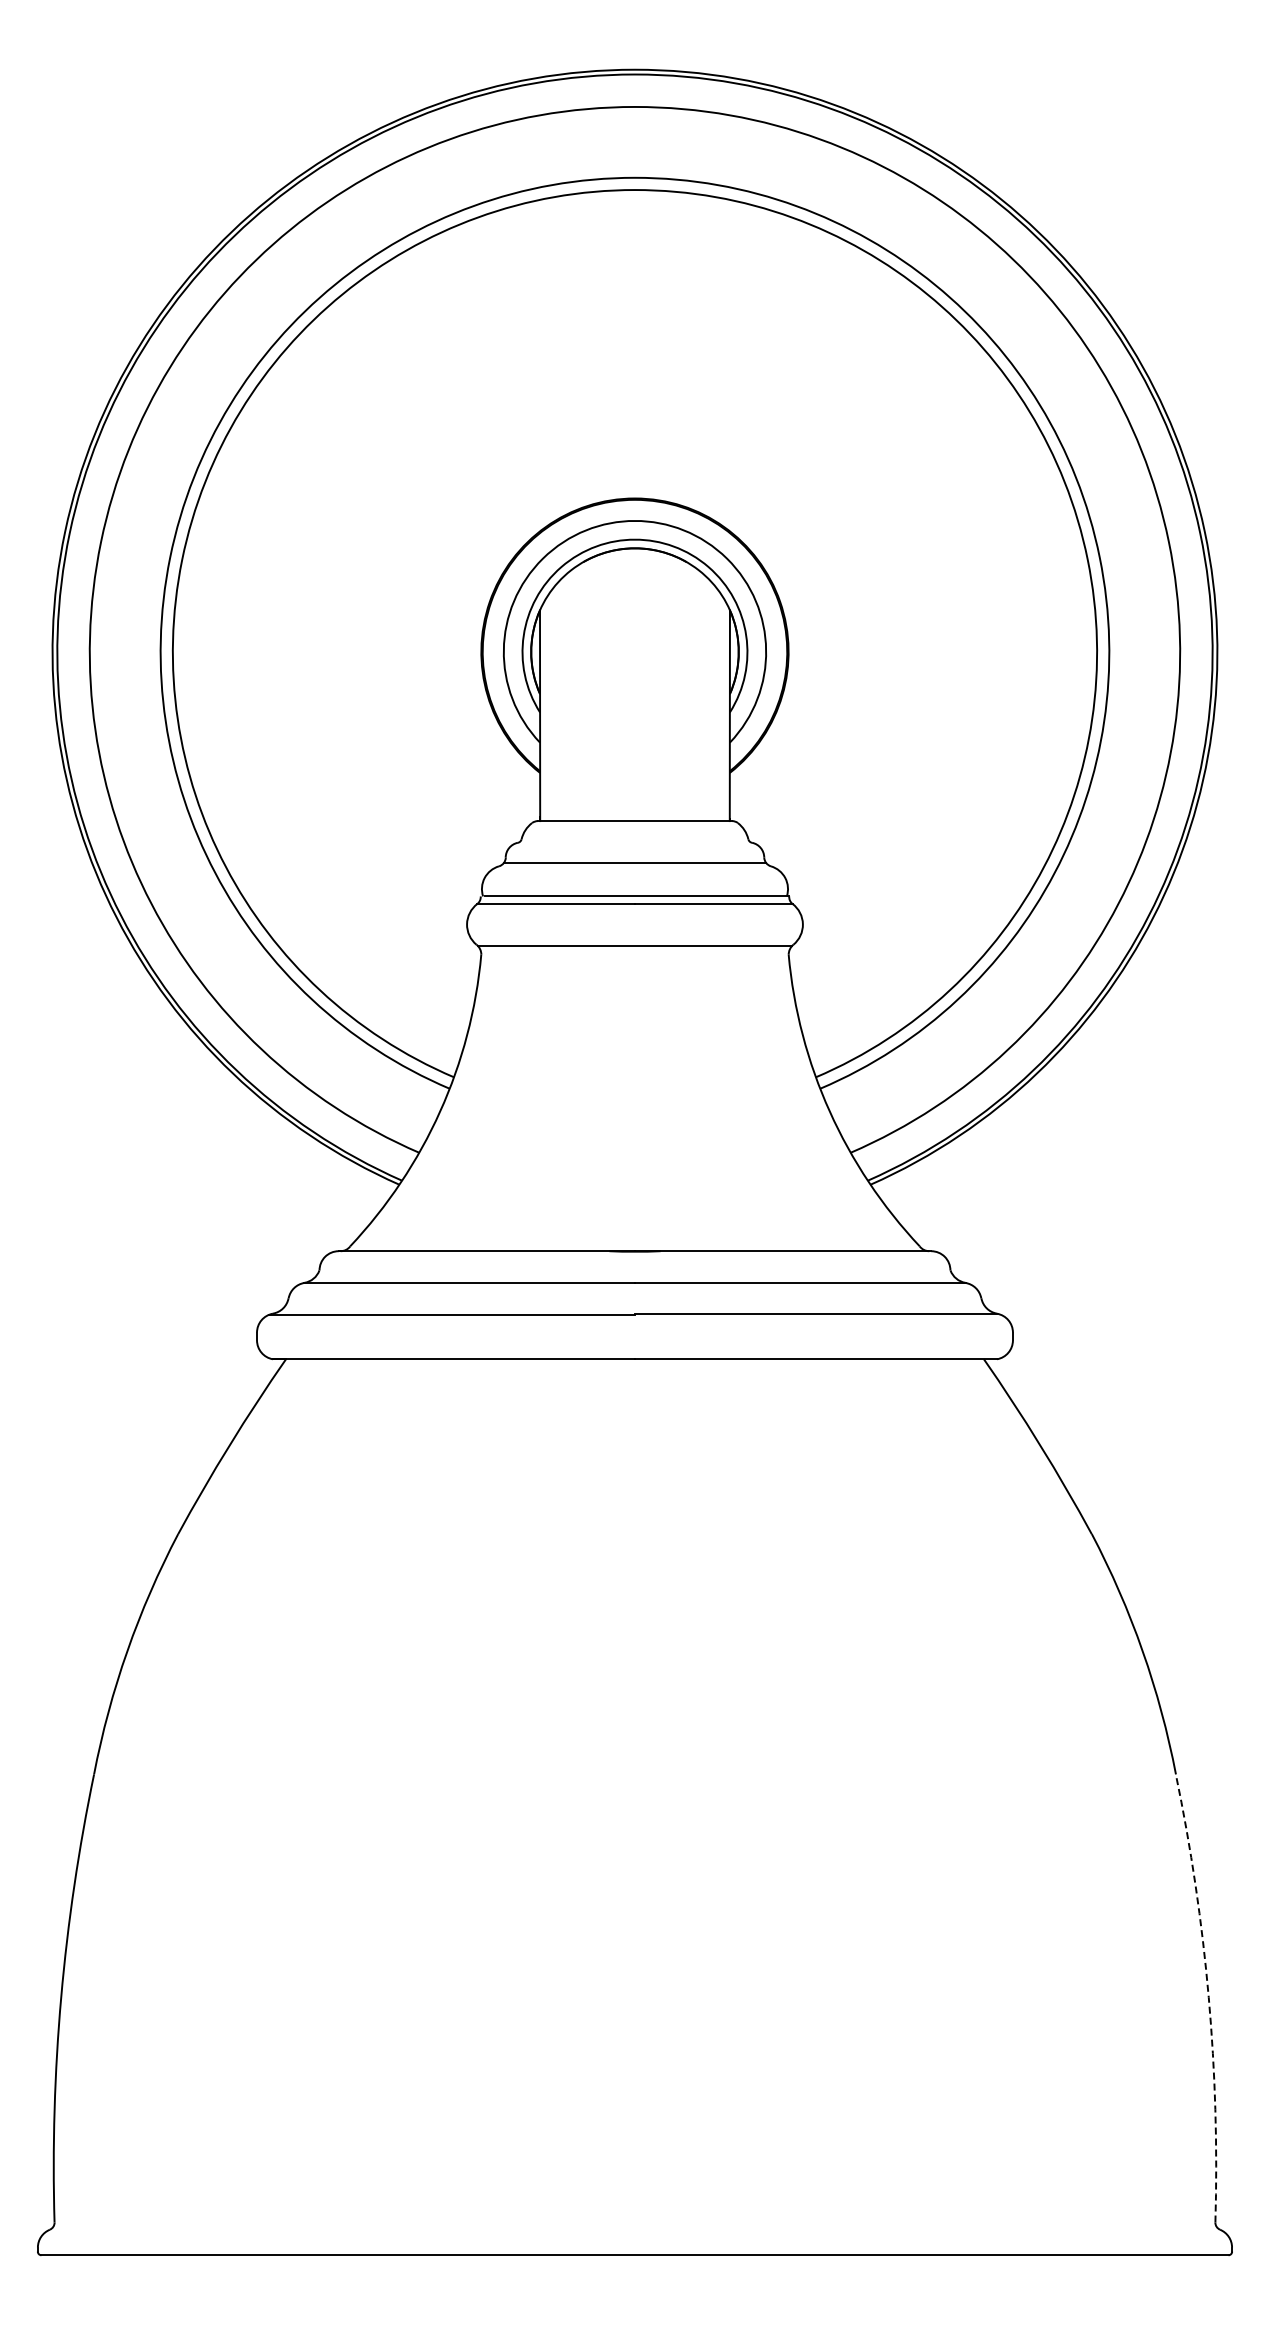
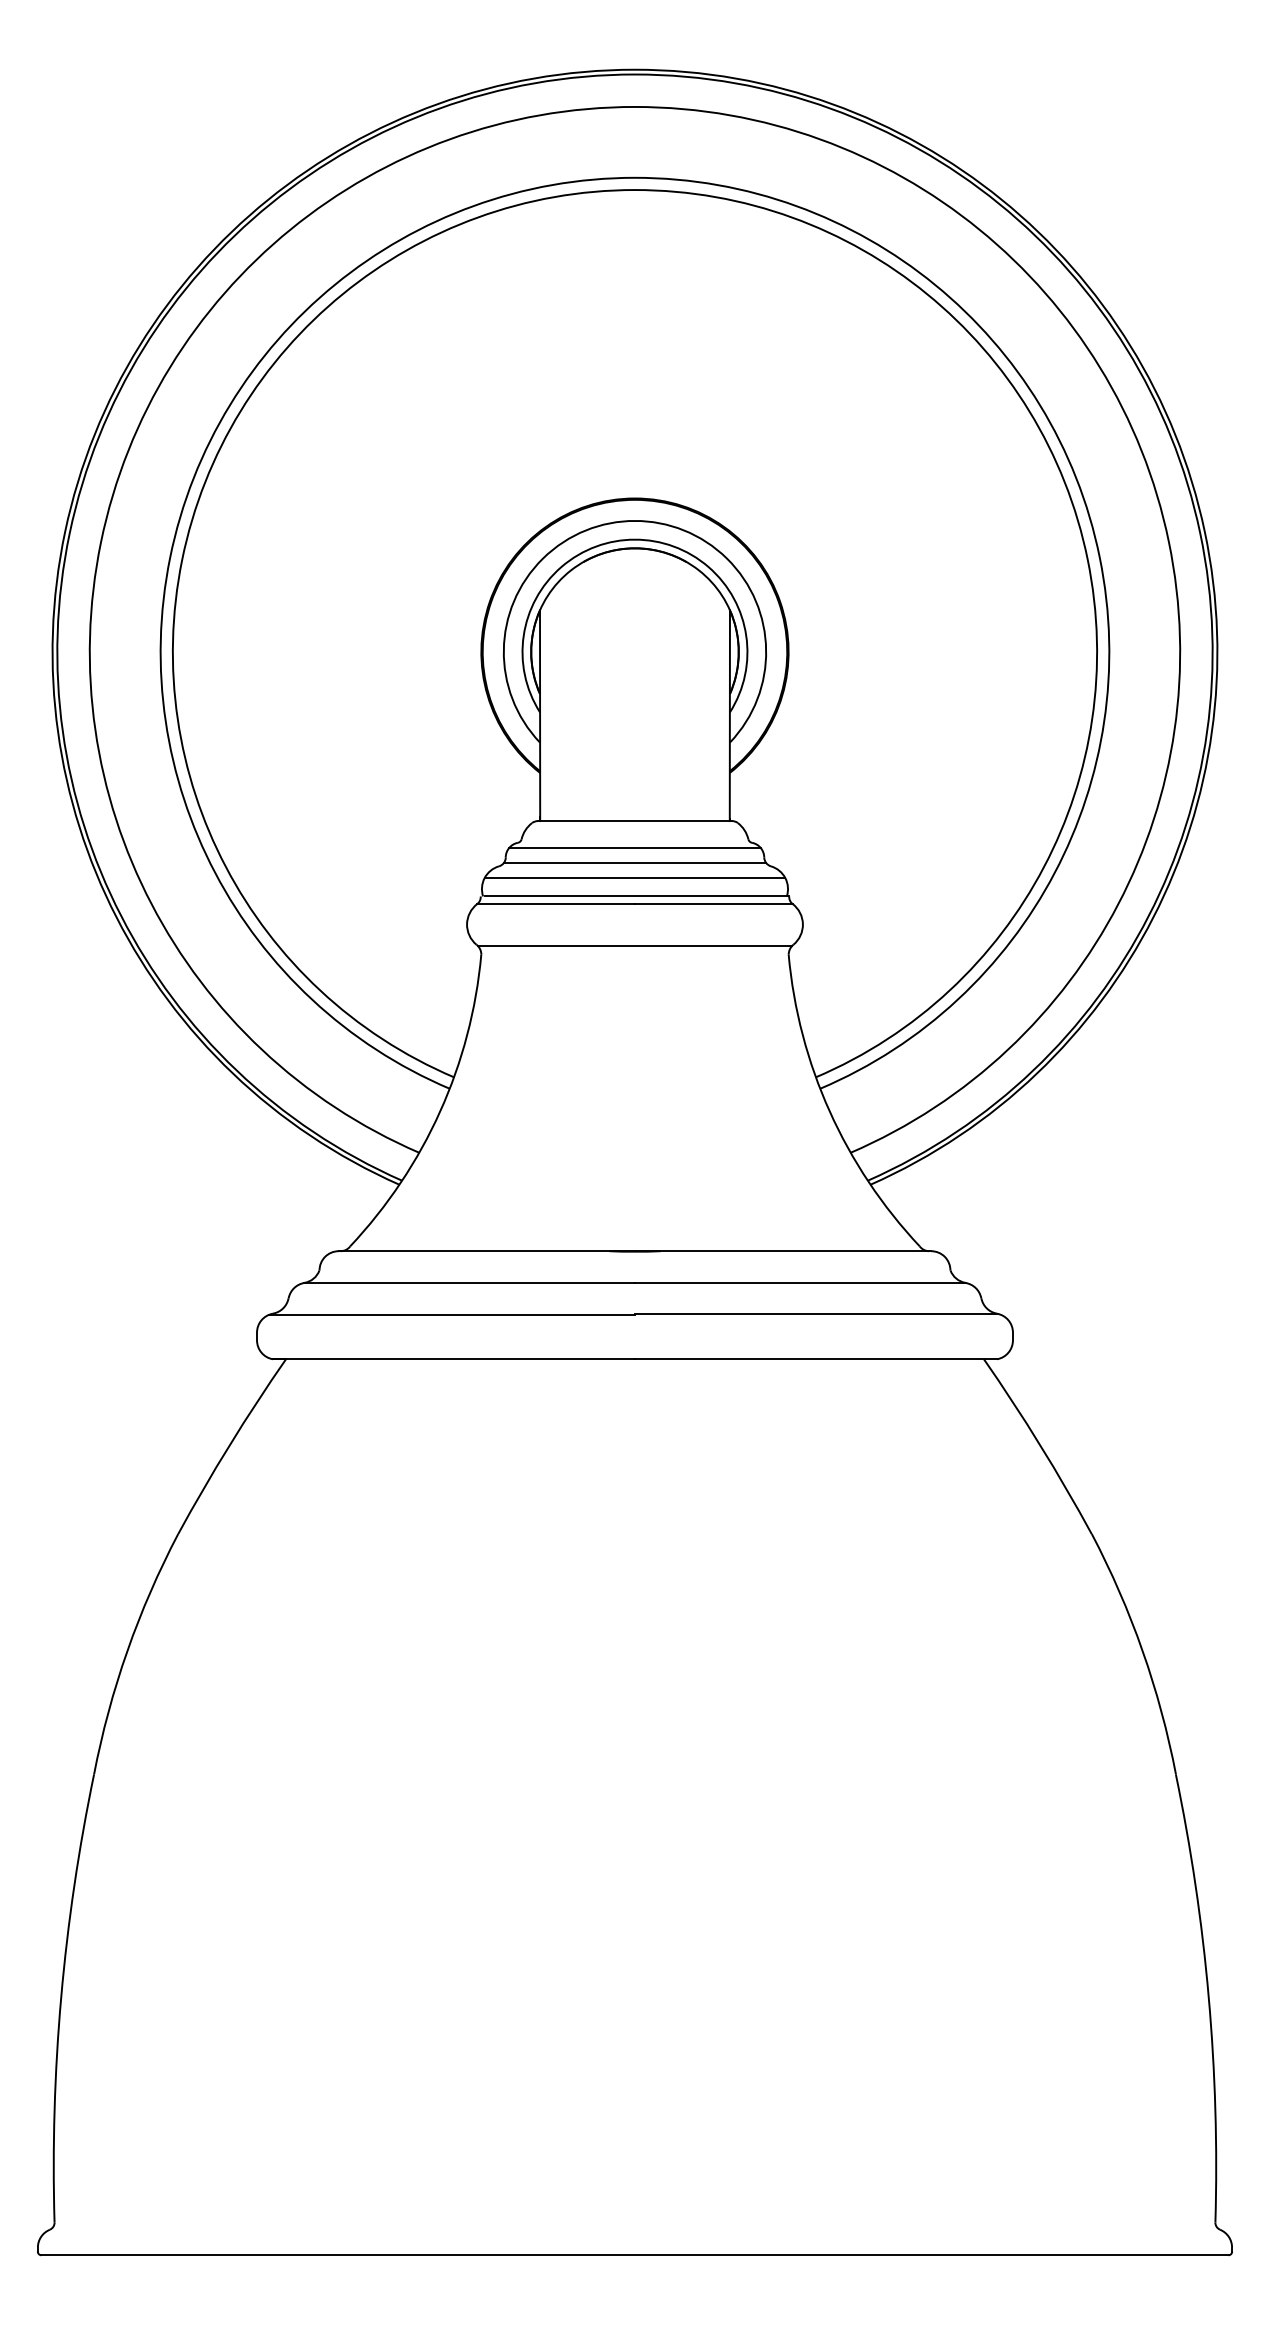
line at (634, 847): none -> present
line at (634, 878): none -> present
arc at (1208, 1997): dashed -> solid
